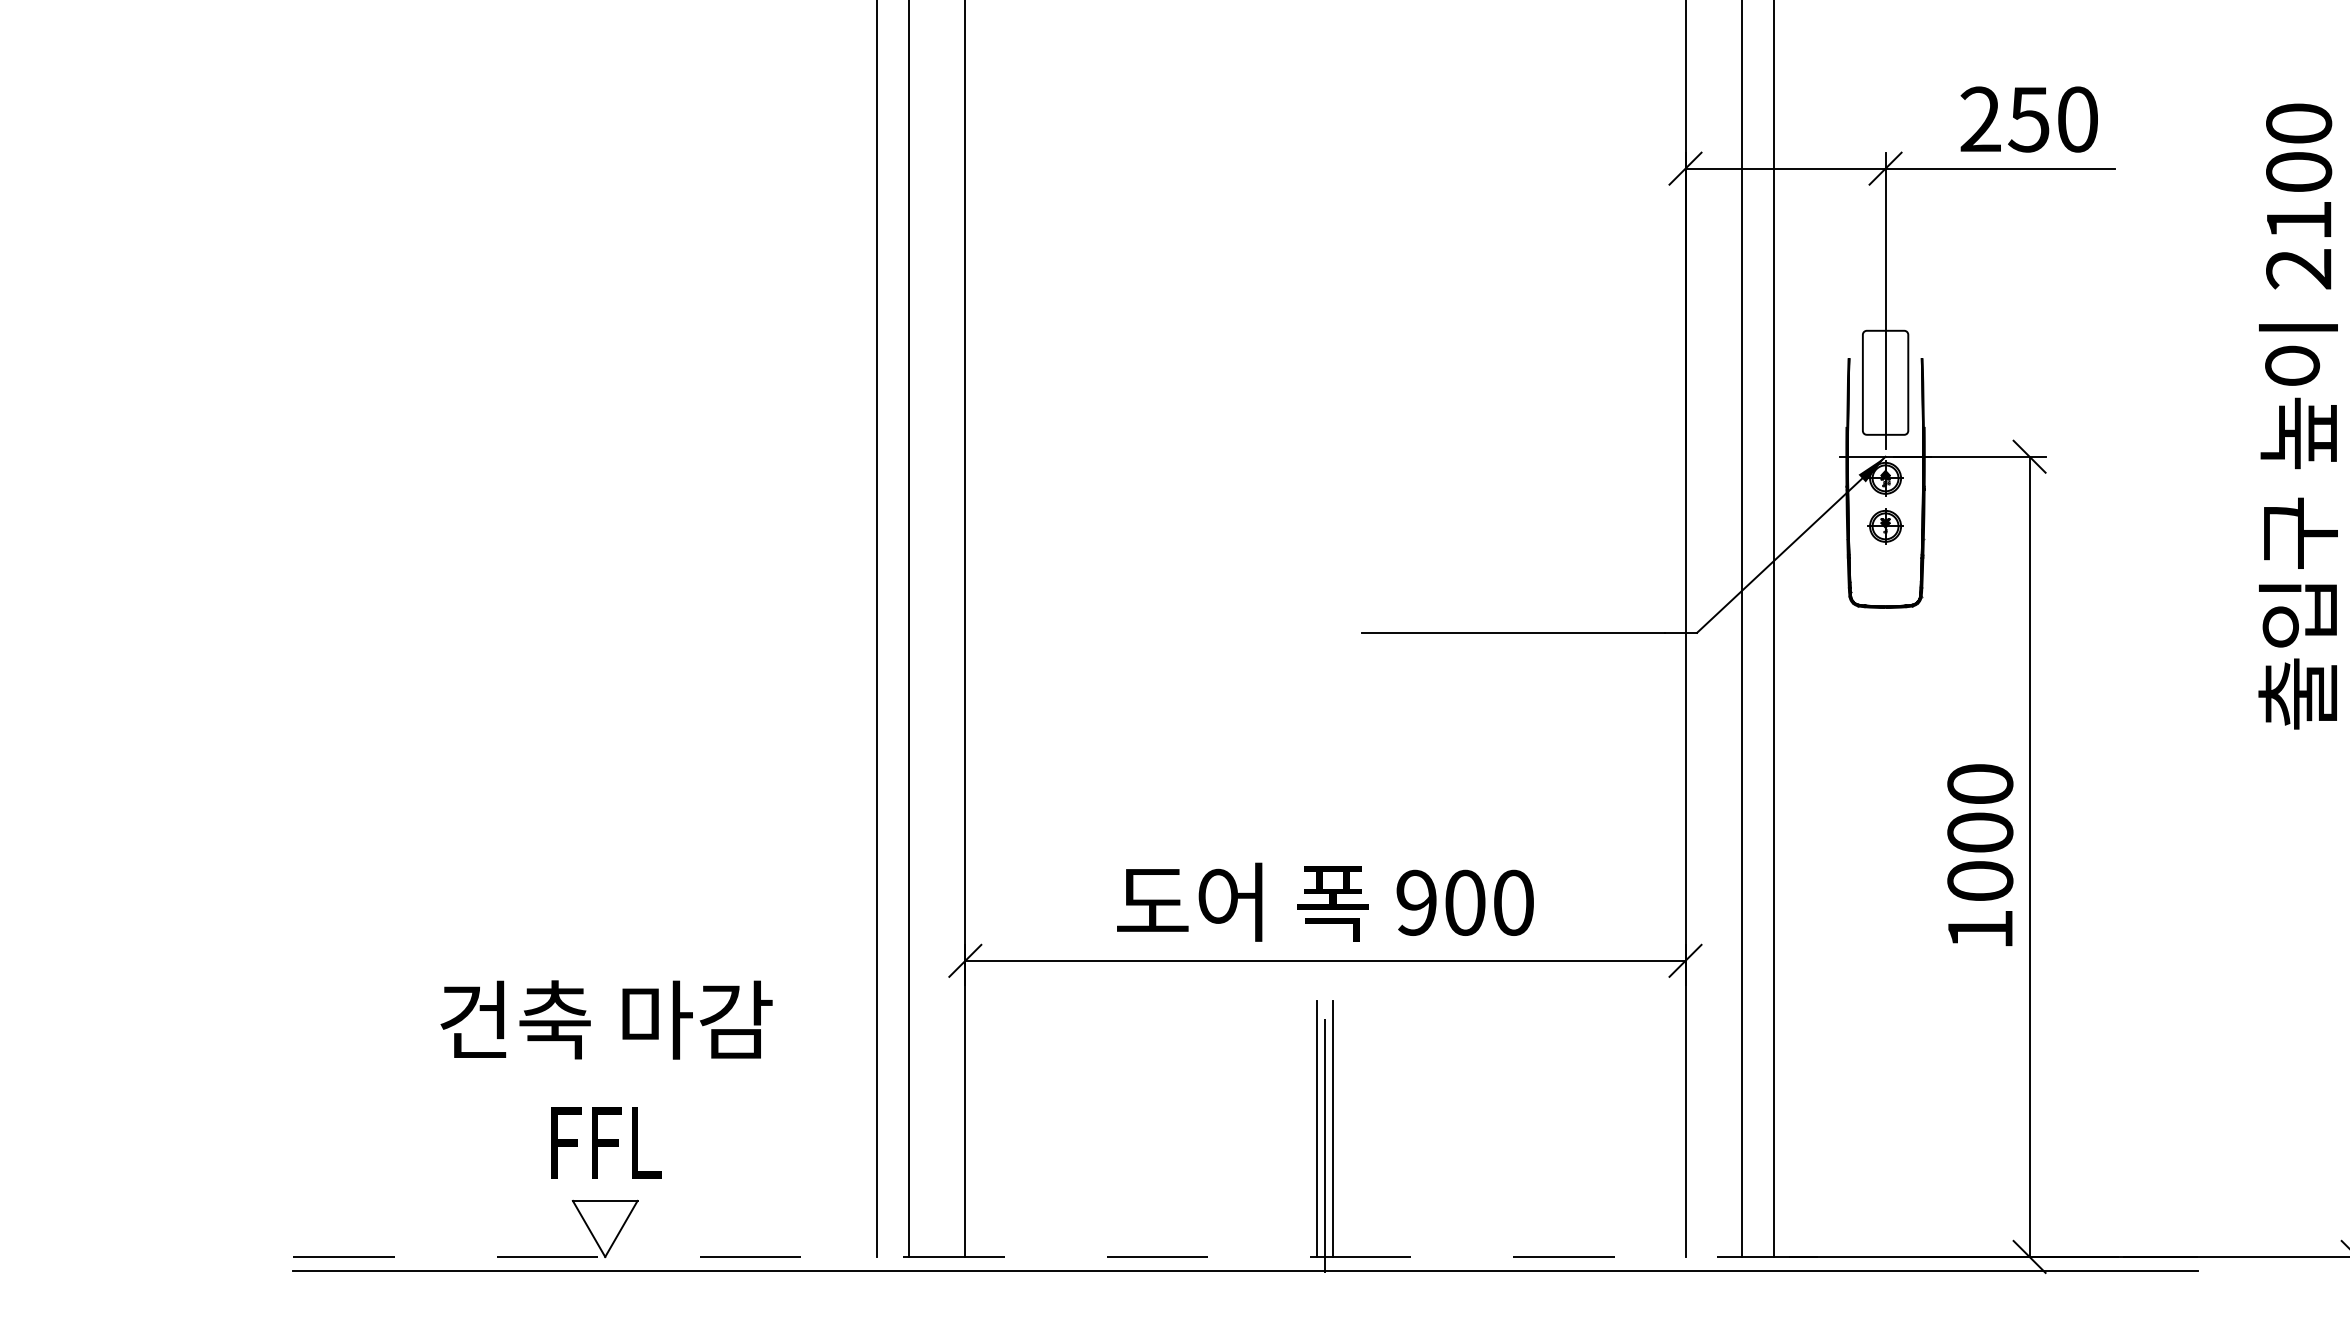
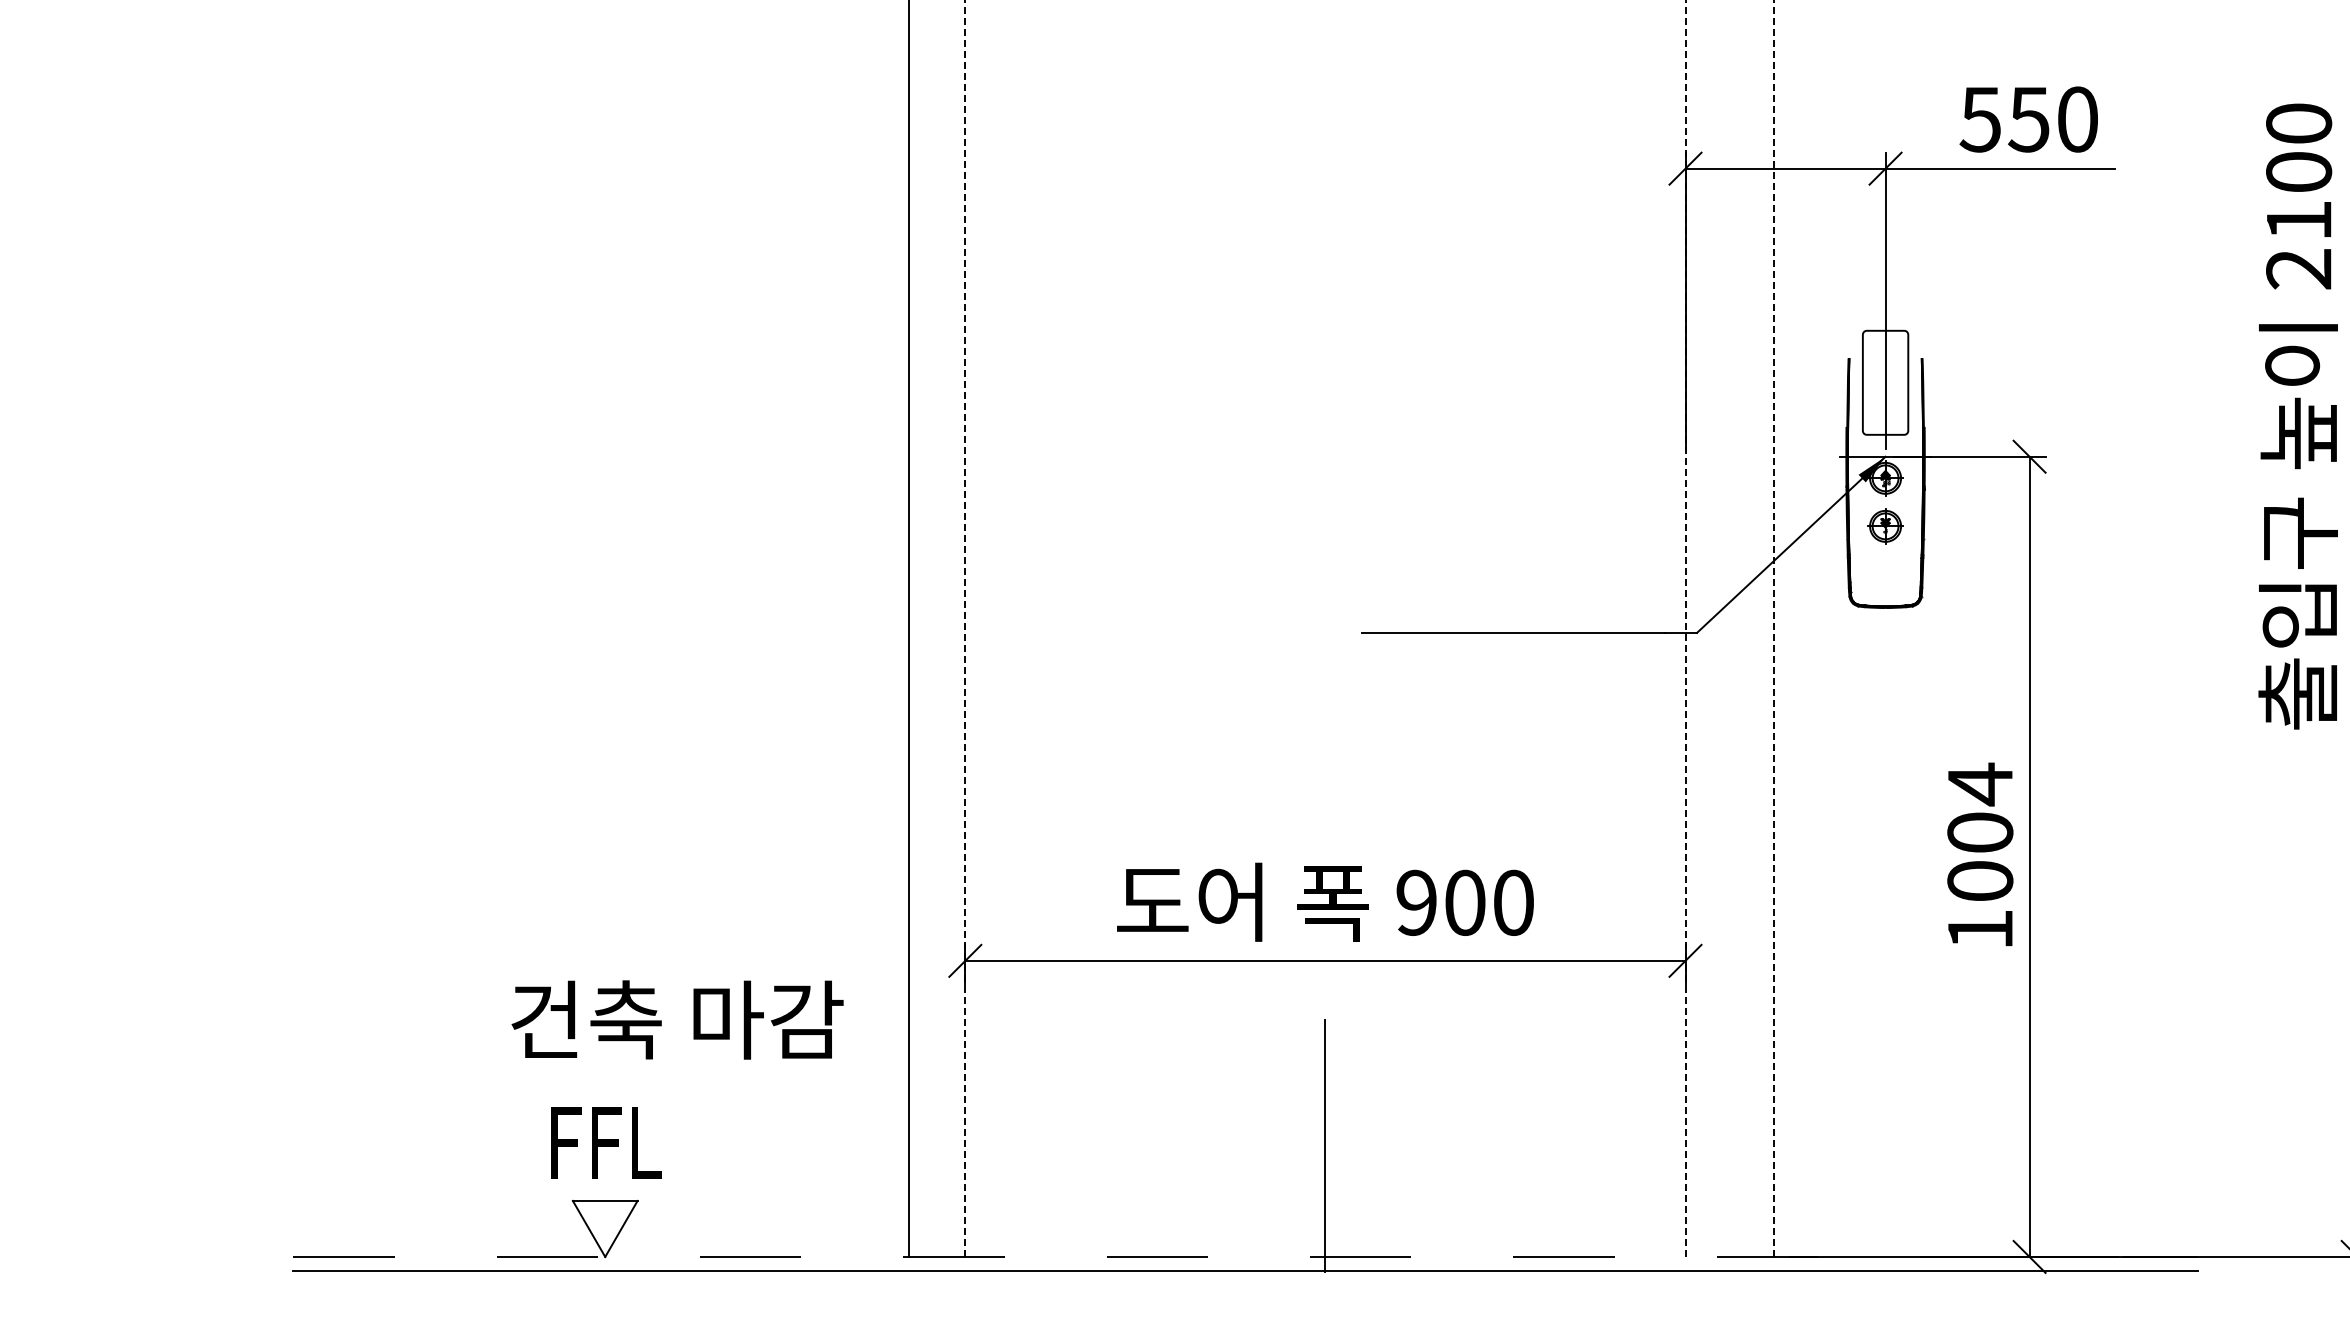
text at (1979, 119): 250 -> 550
line at (965, 628): solid -> dashed
line at (1685, 628): solid -> dashed
line at (1773, 628): solid -> dashed
line at (877, 629): present -> none
line at (1741, 629): present -> none
text at (1980, 784): 1000 -> 1004
text at (606, 1019) position: (606, 1019) -> (677, 1019)
line at (1317, 1128): present -> none
line at (1333, 1128): present -> none
